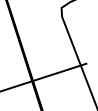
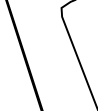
line at (44, 76): present -> none
